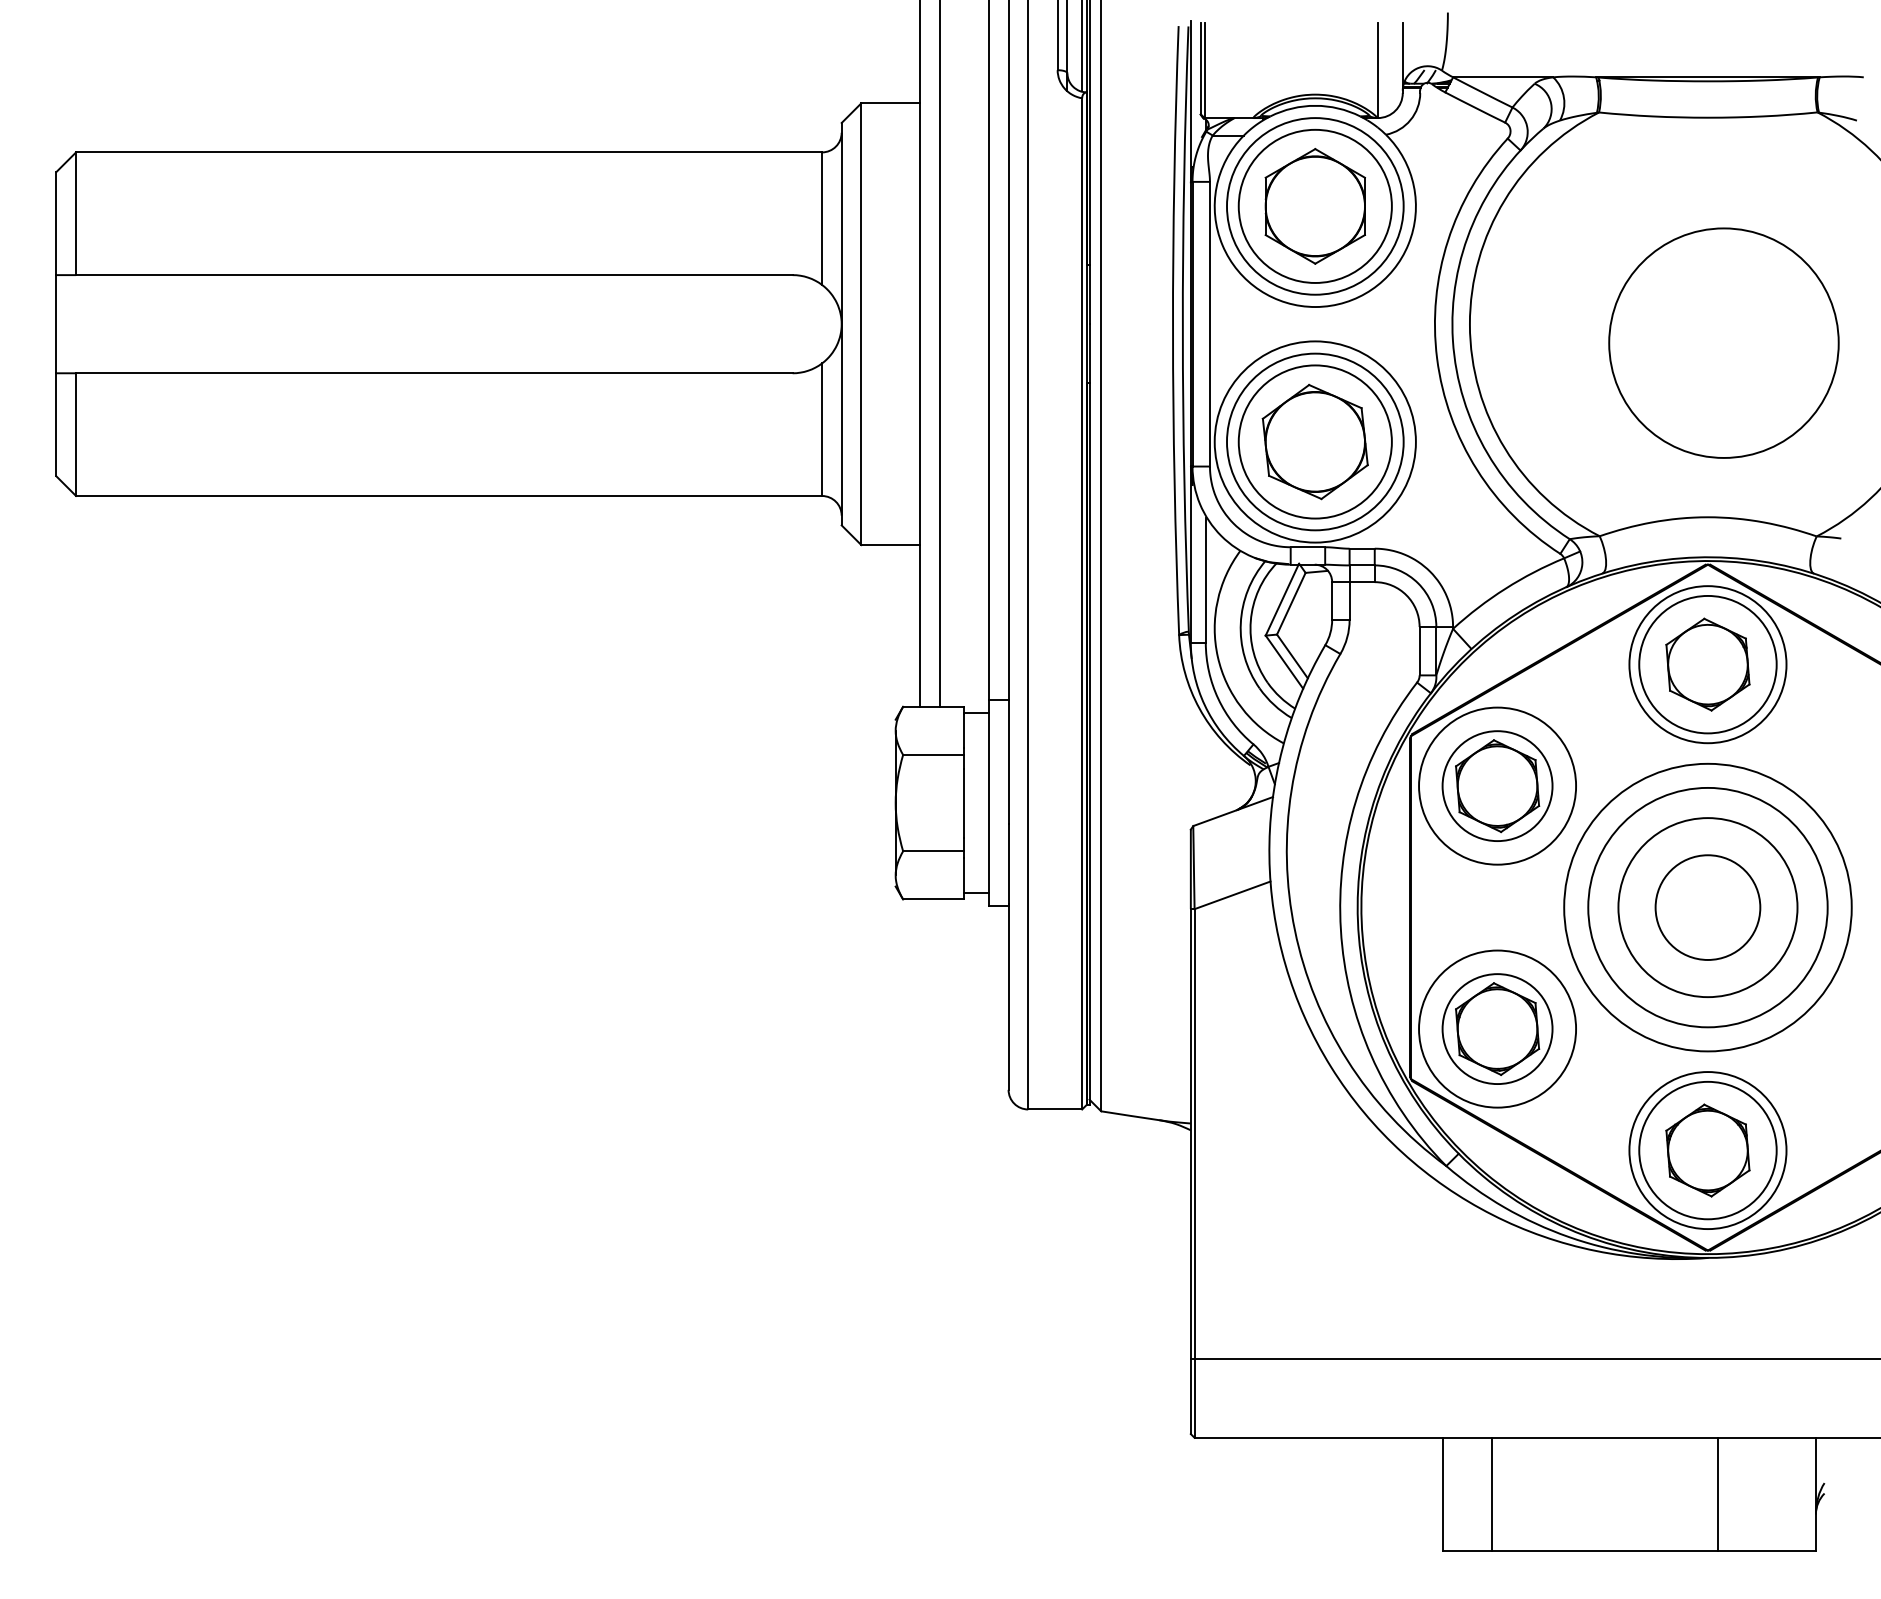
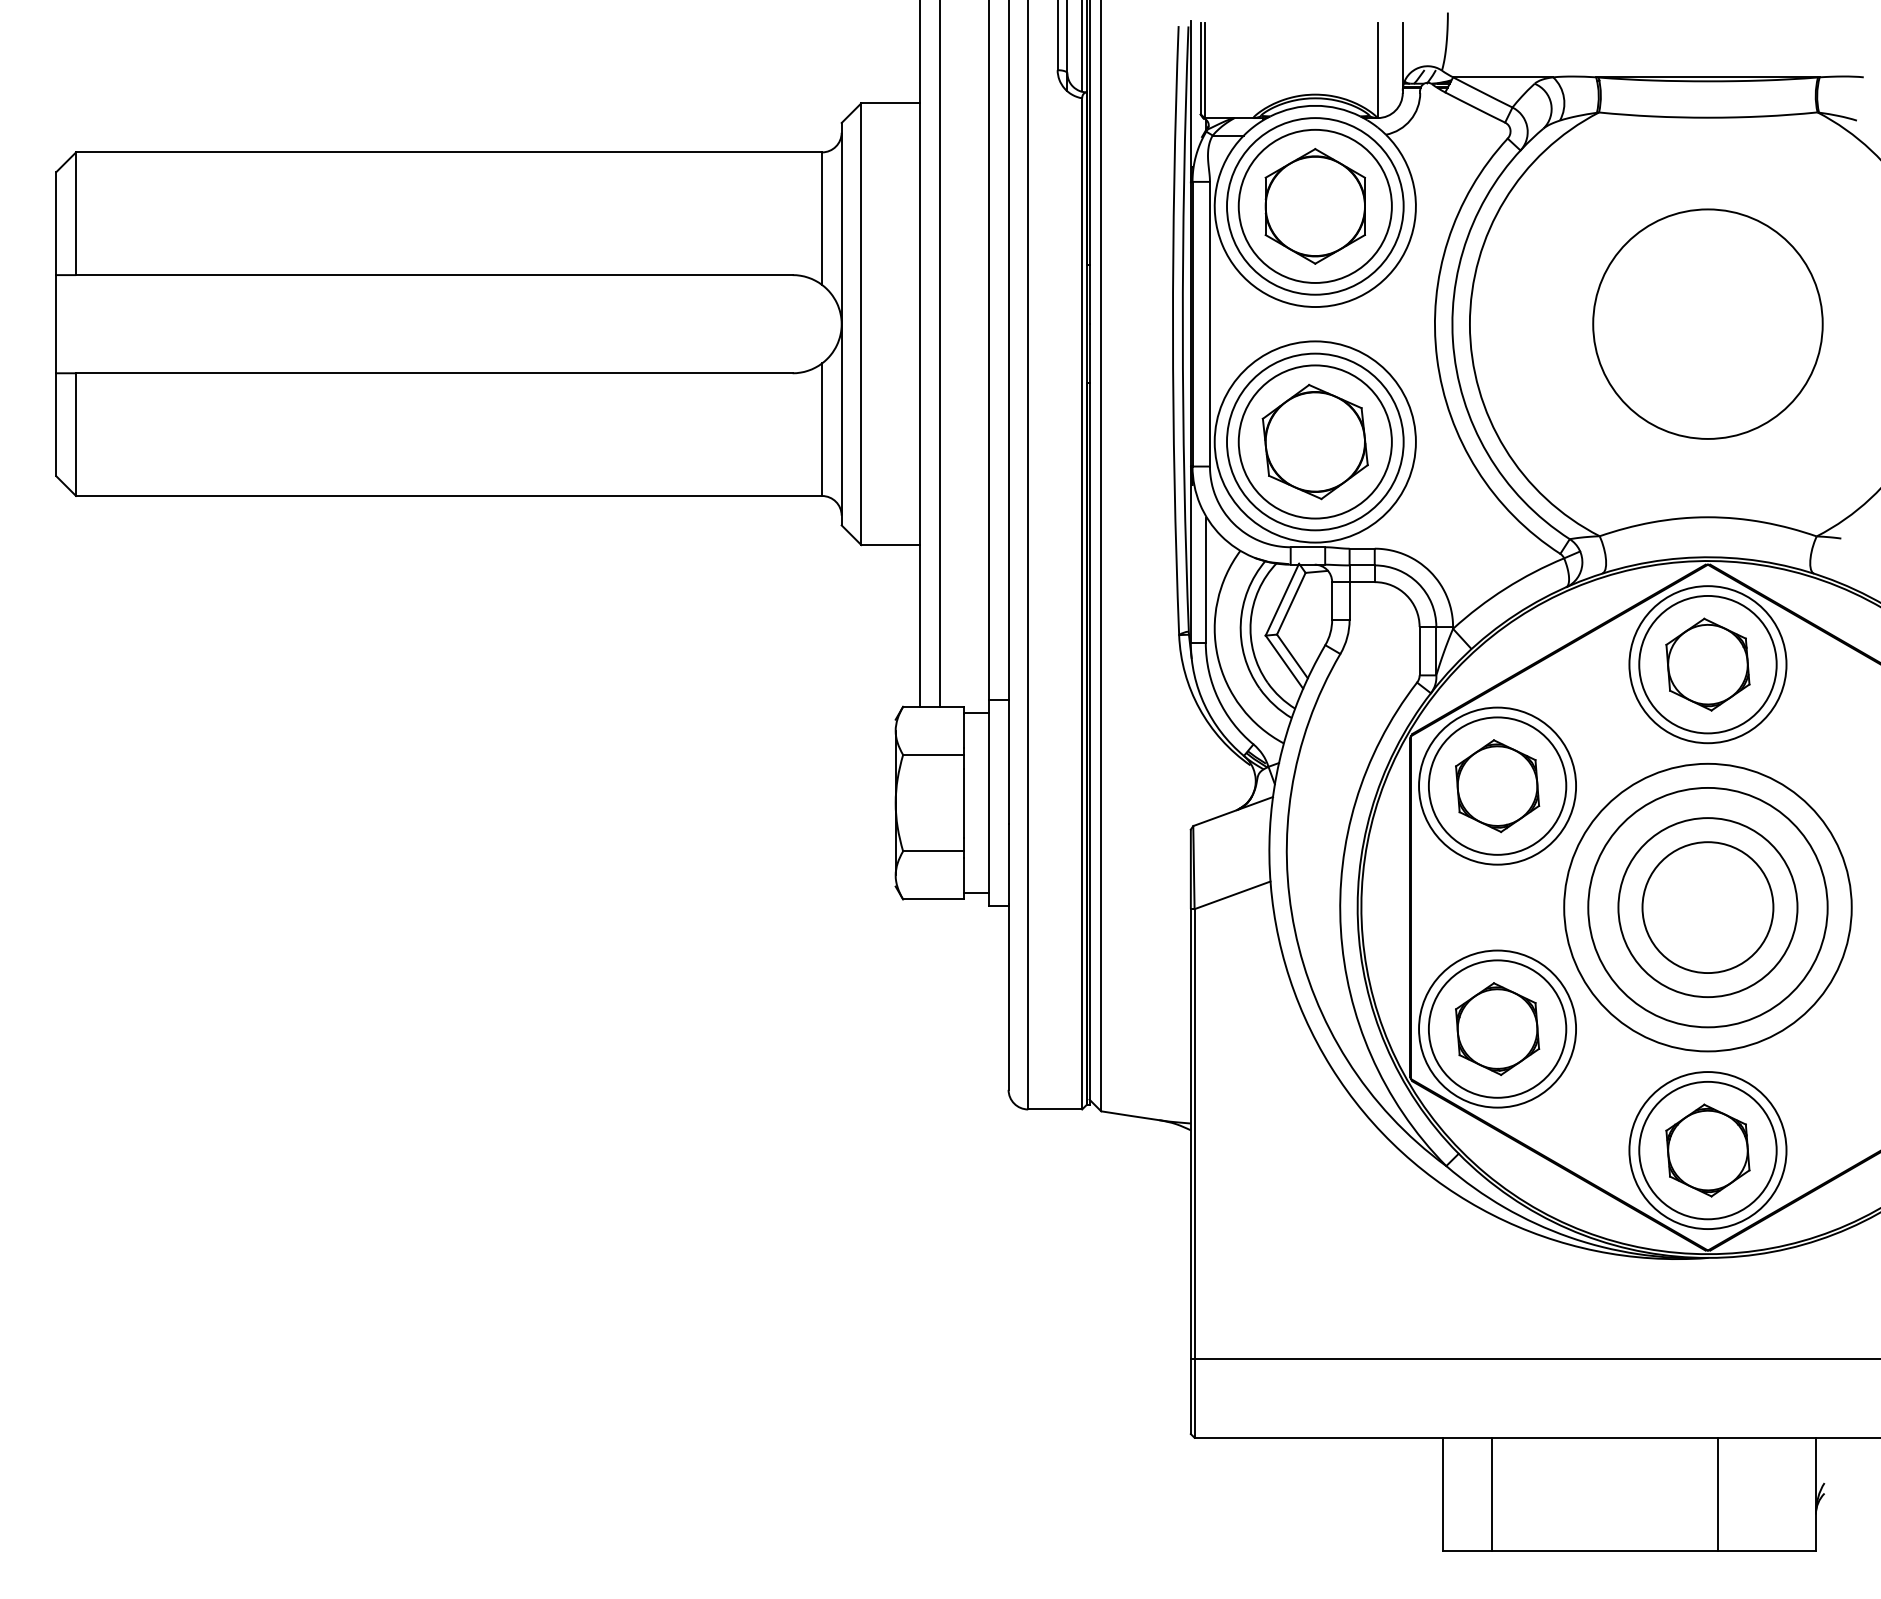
circle at (1723, 342) position: (1723, 342) -> (1707, 323)
circle at (1497, 786) diameter: 110 px -> 137 px
circle at (1707, 907) diameter: 105 px -> 131 px
circle at (1497, 1029) diameter: 110 px -> 137 px
